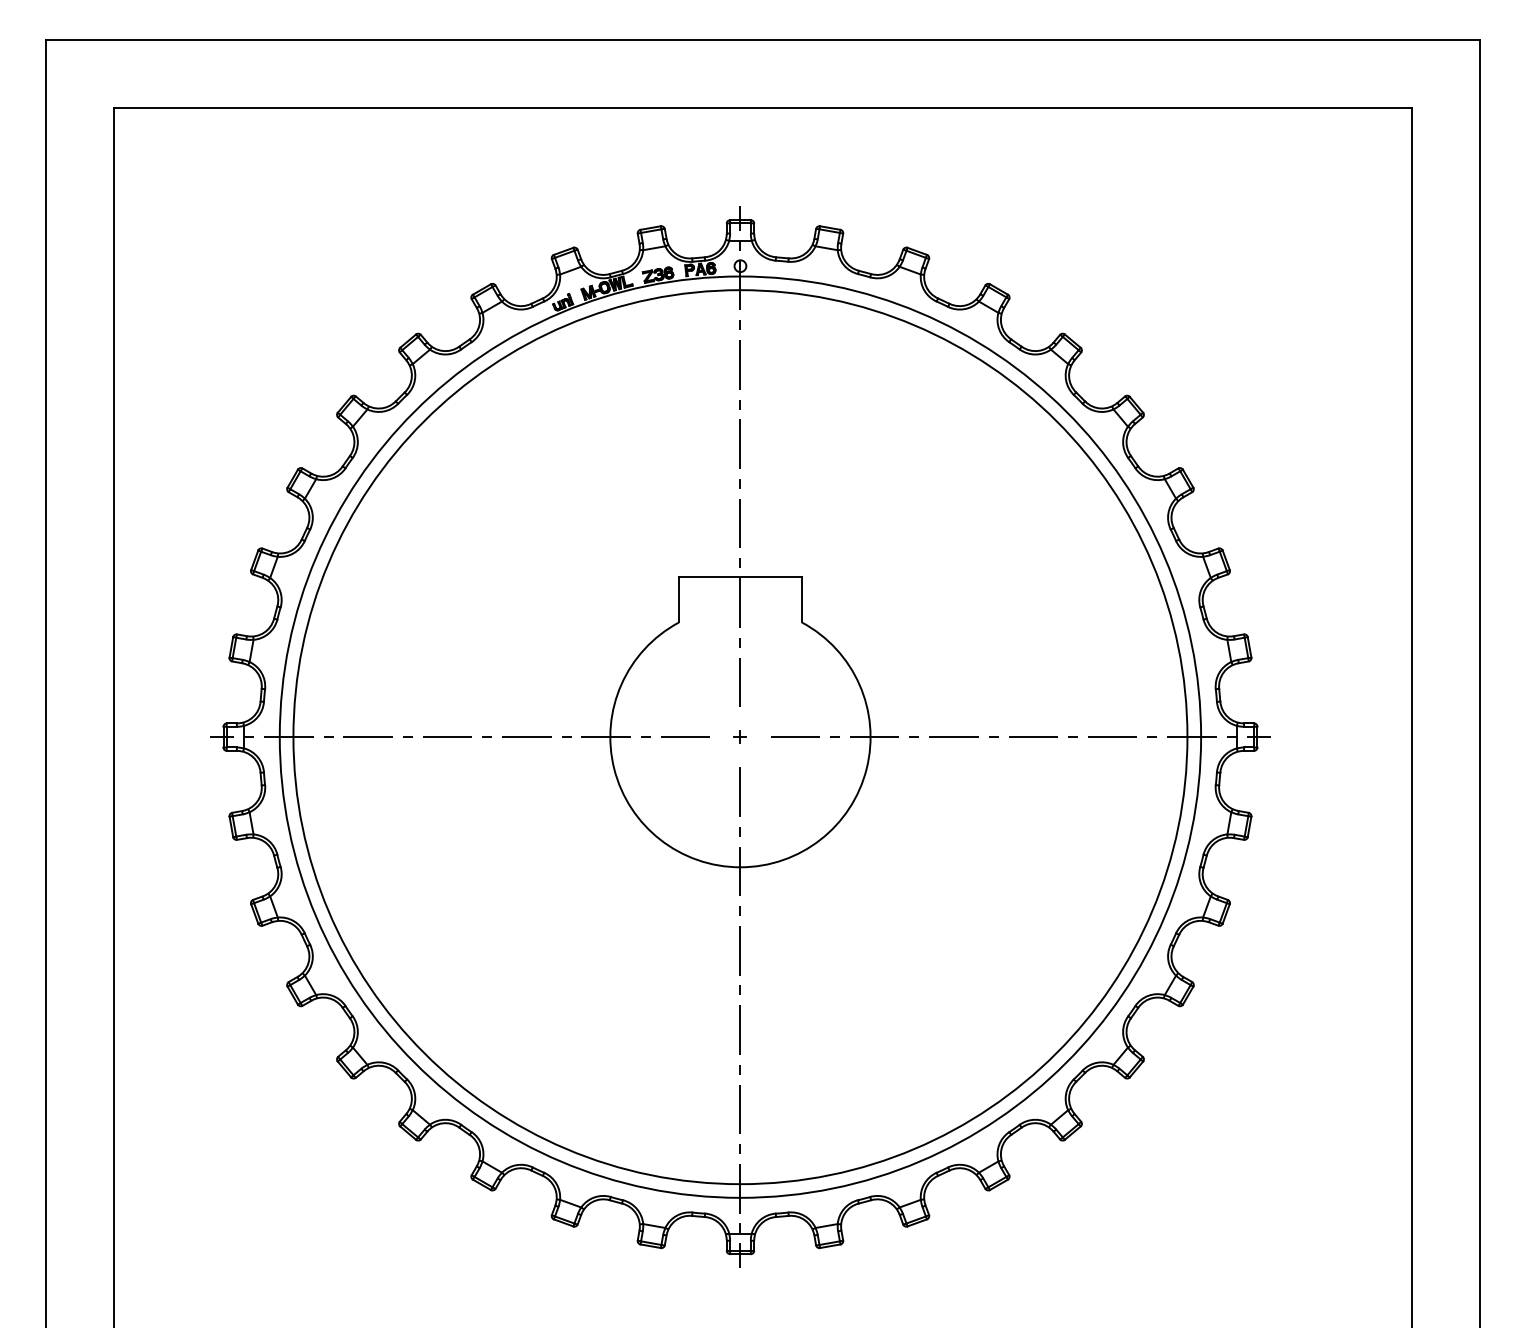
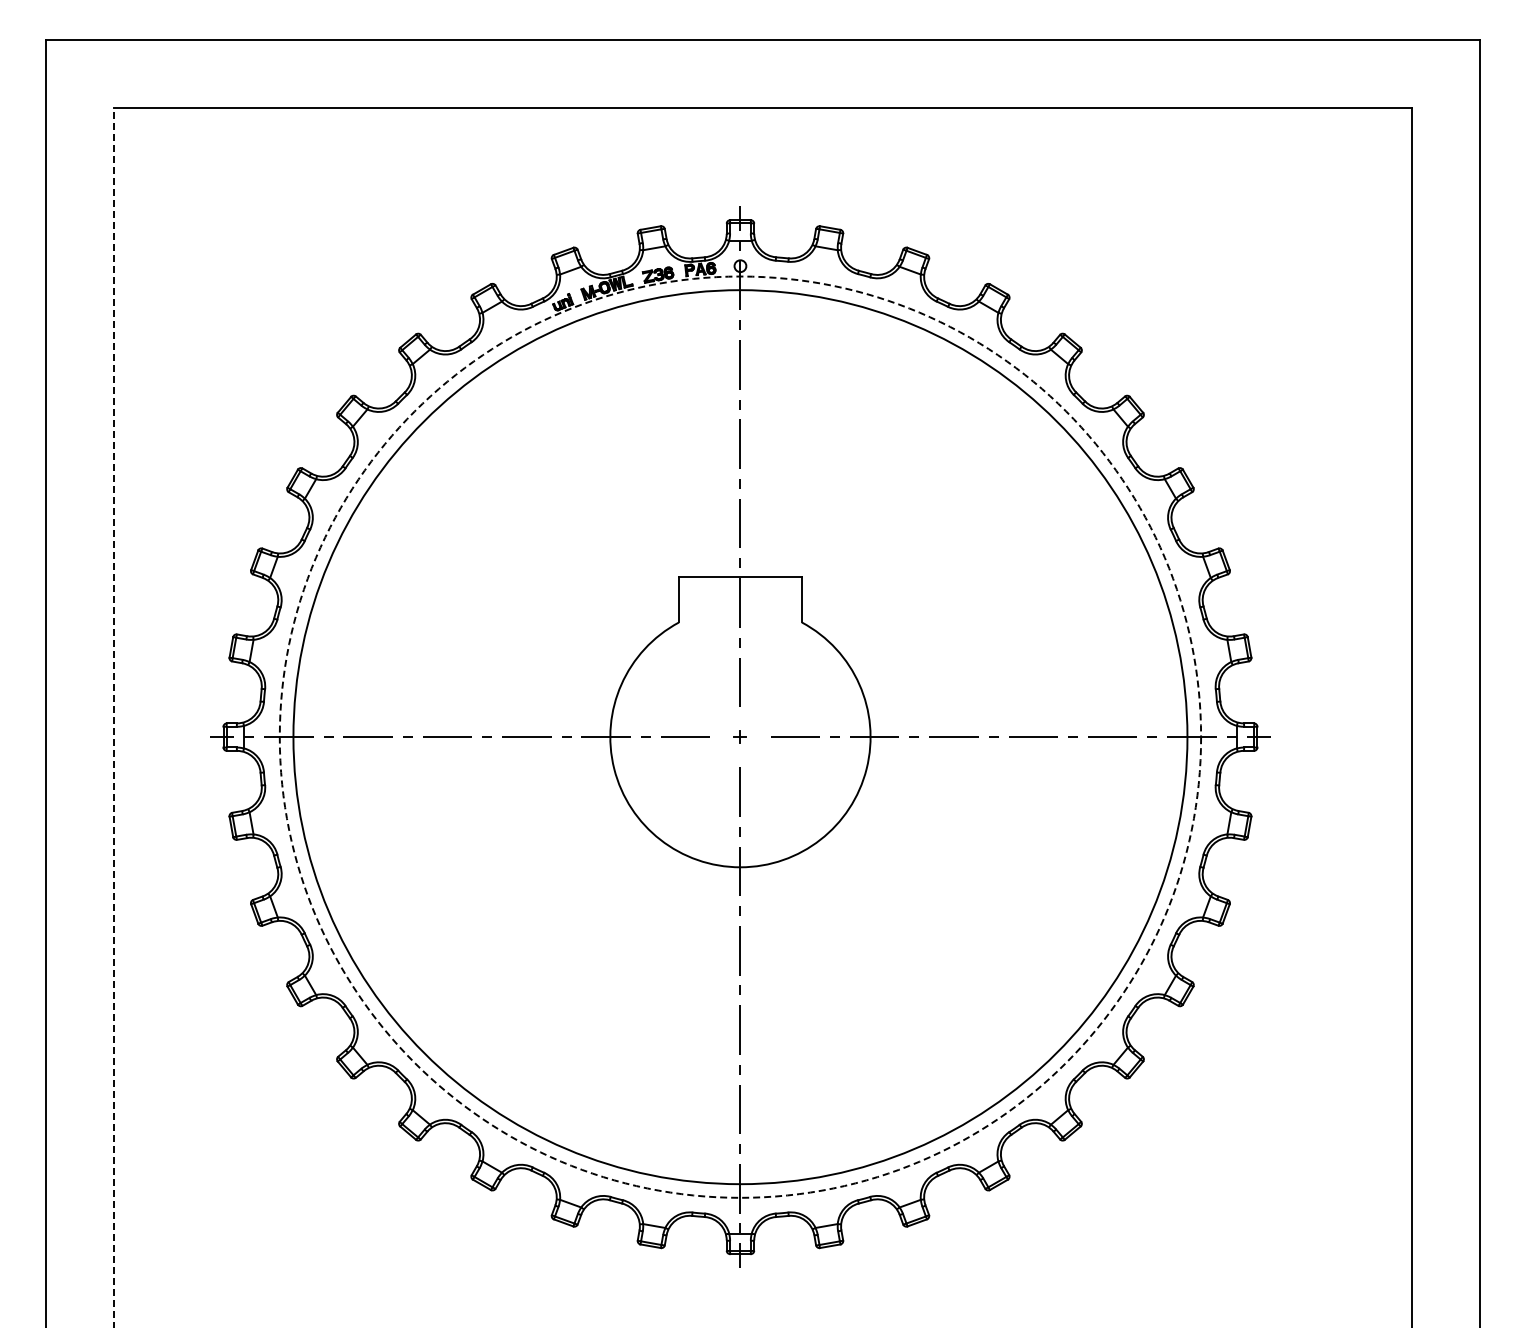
line at (114, 717): solid -> dashed
circle at (740, 736): solid -> dashed
